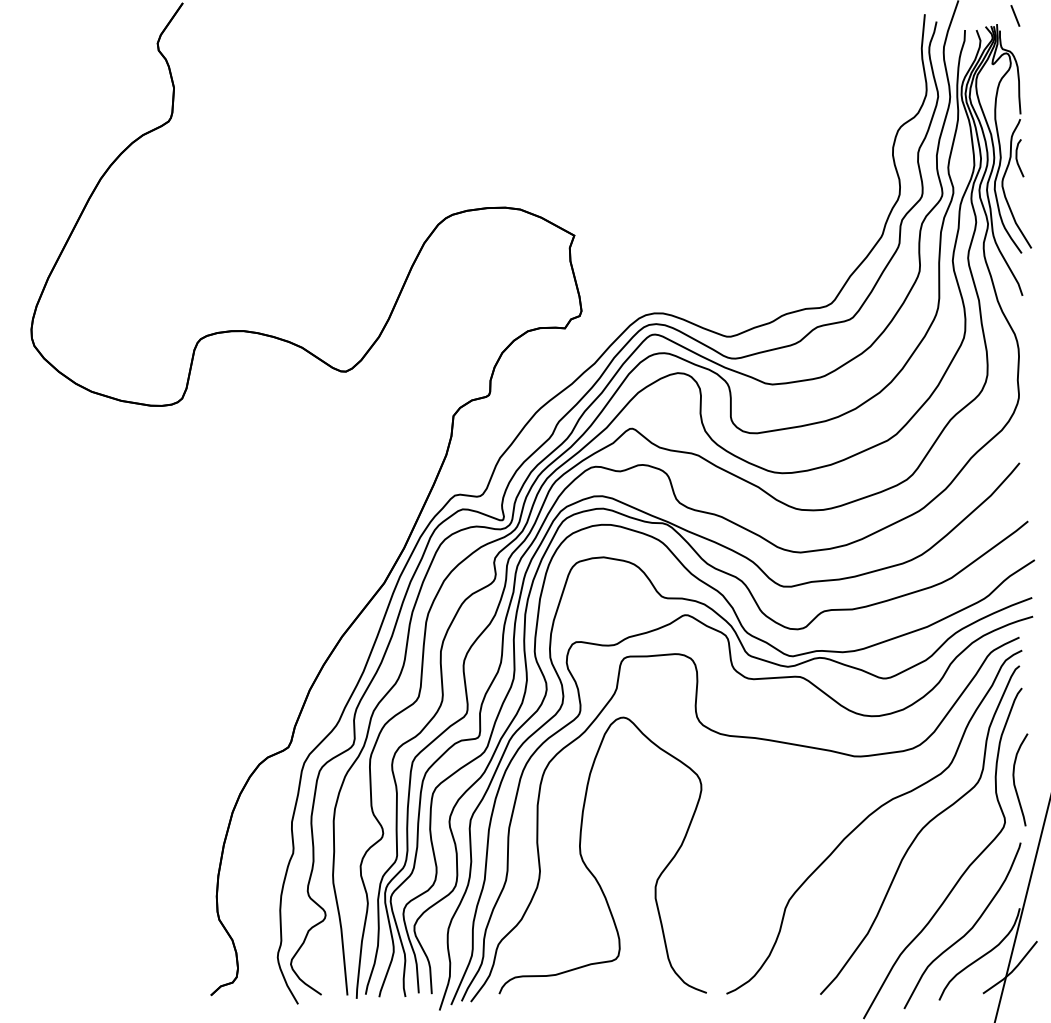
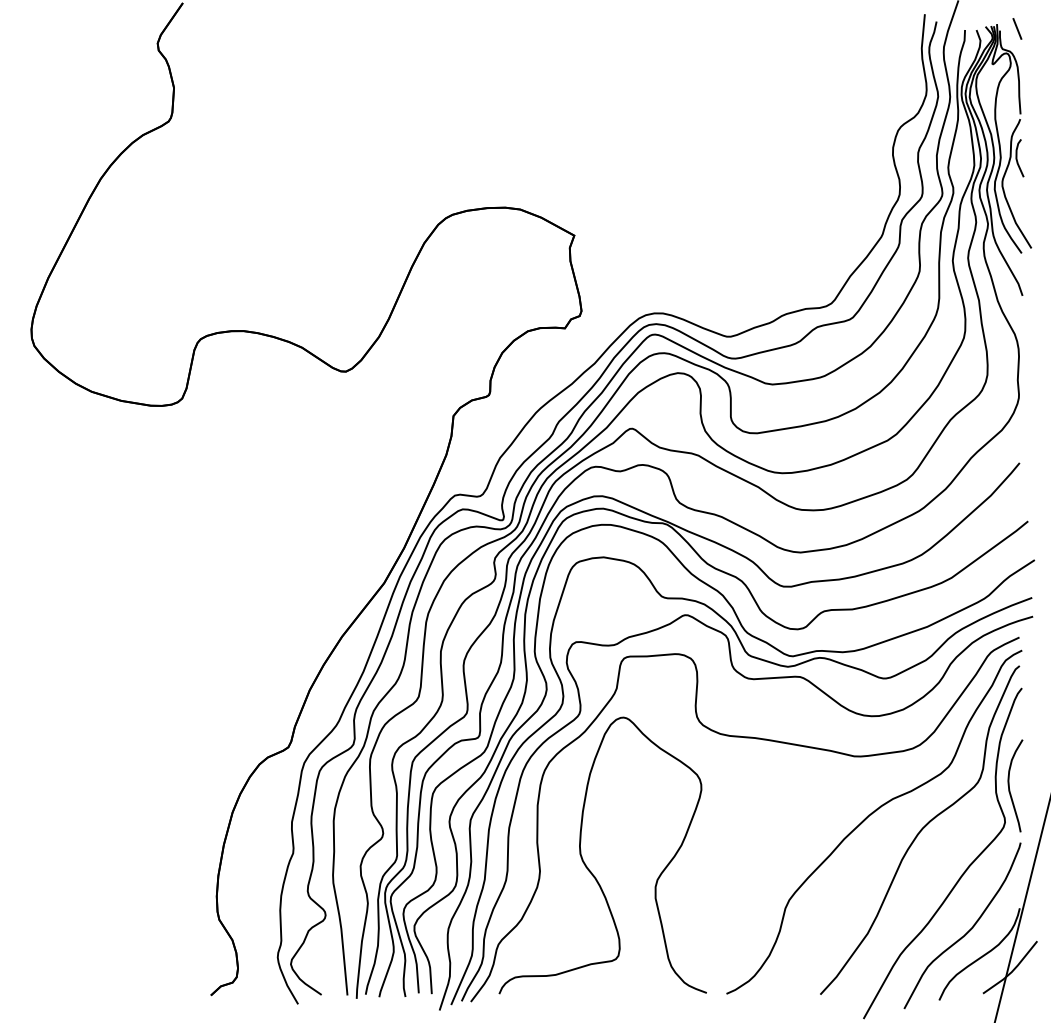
line at (1015, 15) position: (1015, 15) -> (1017, 28)
curve at (1014, 779) position: (1014, 779) -> (1009, 785)
